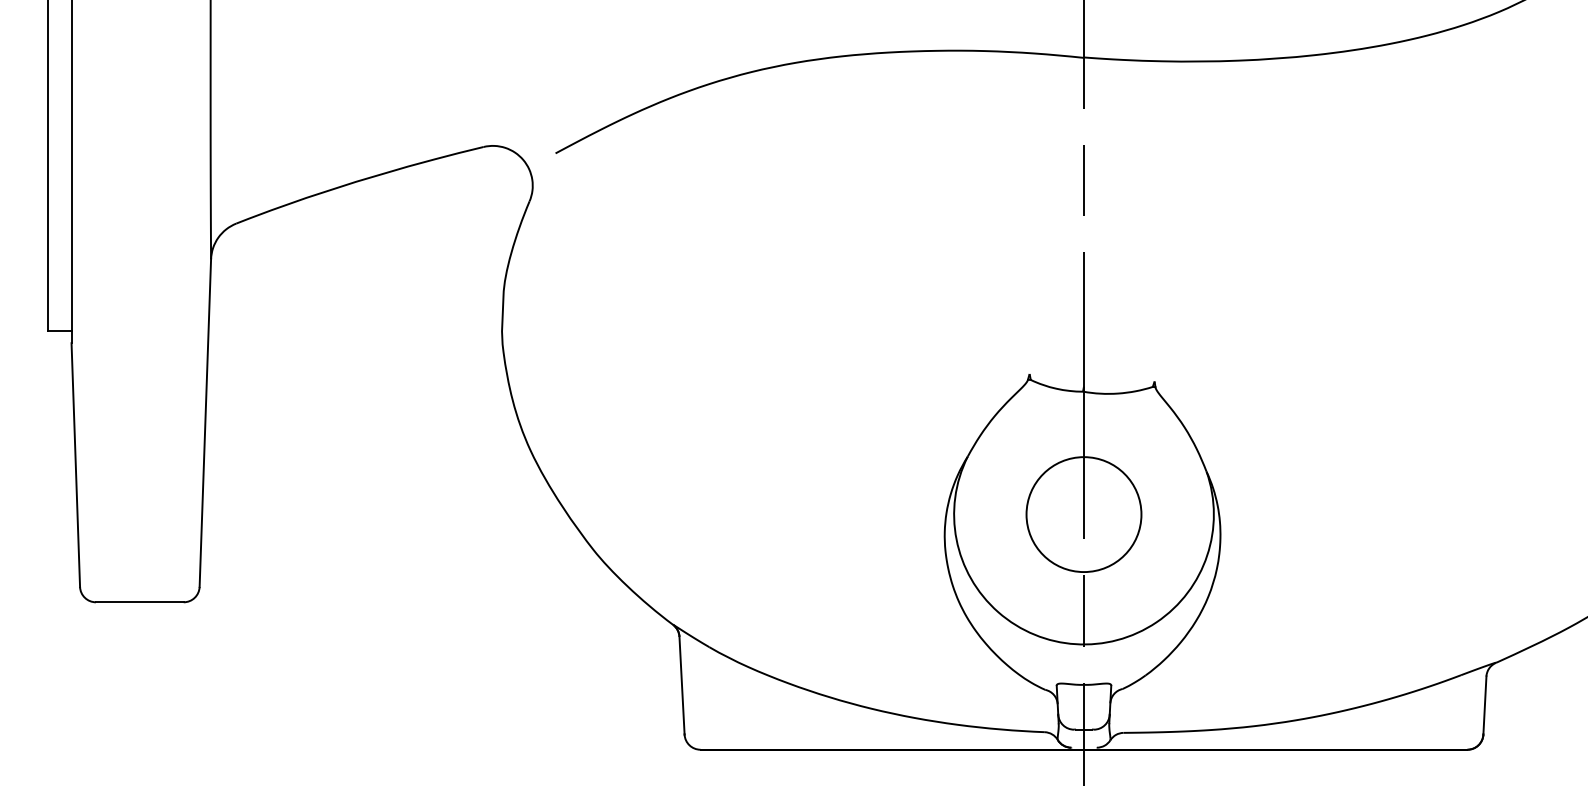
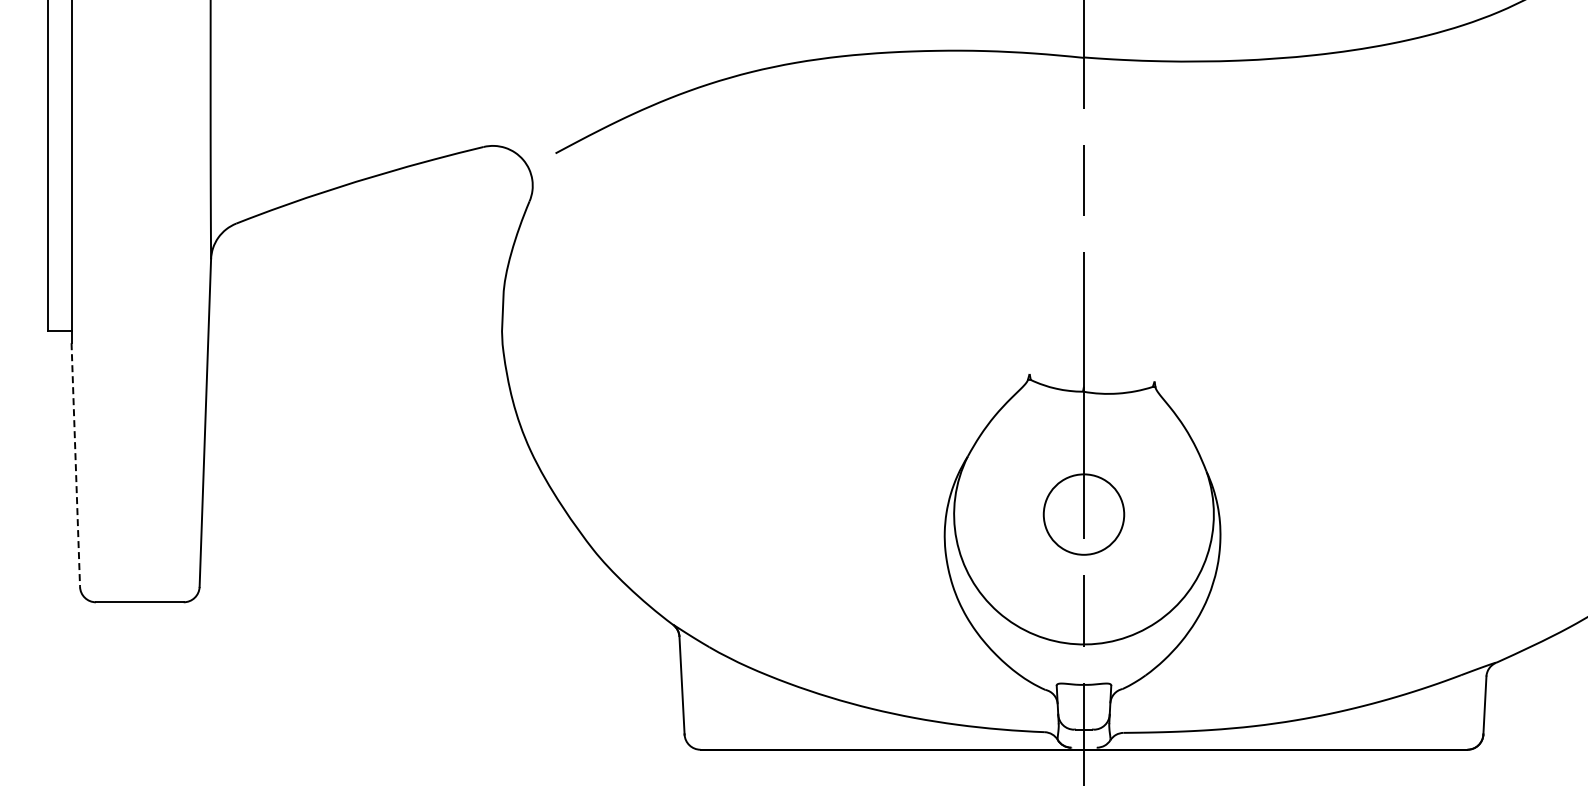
line at (75, 465): solid -> dashed
circle at (1083, 514) diameter: 115 px -> 80 px
